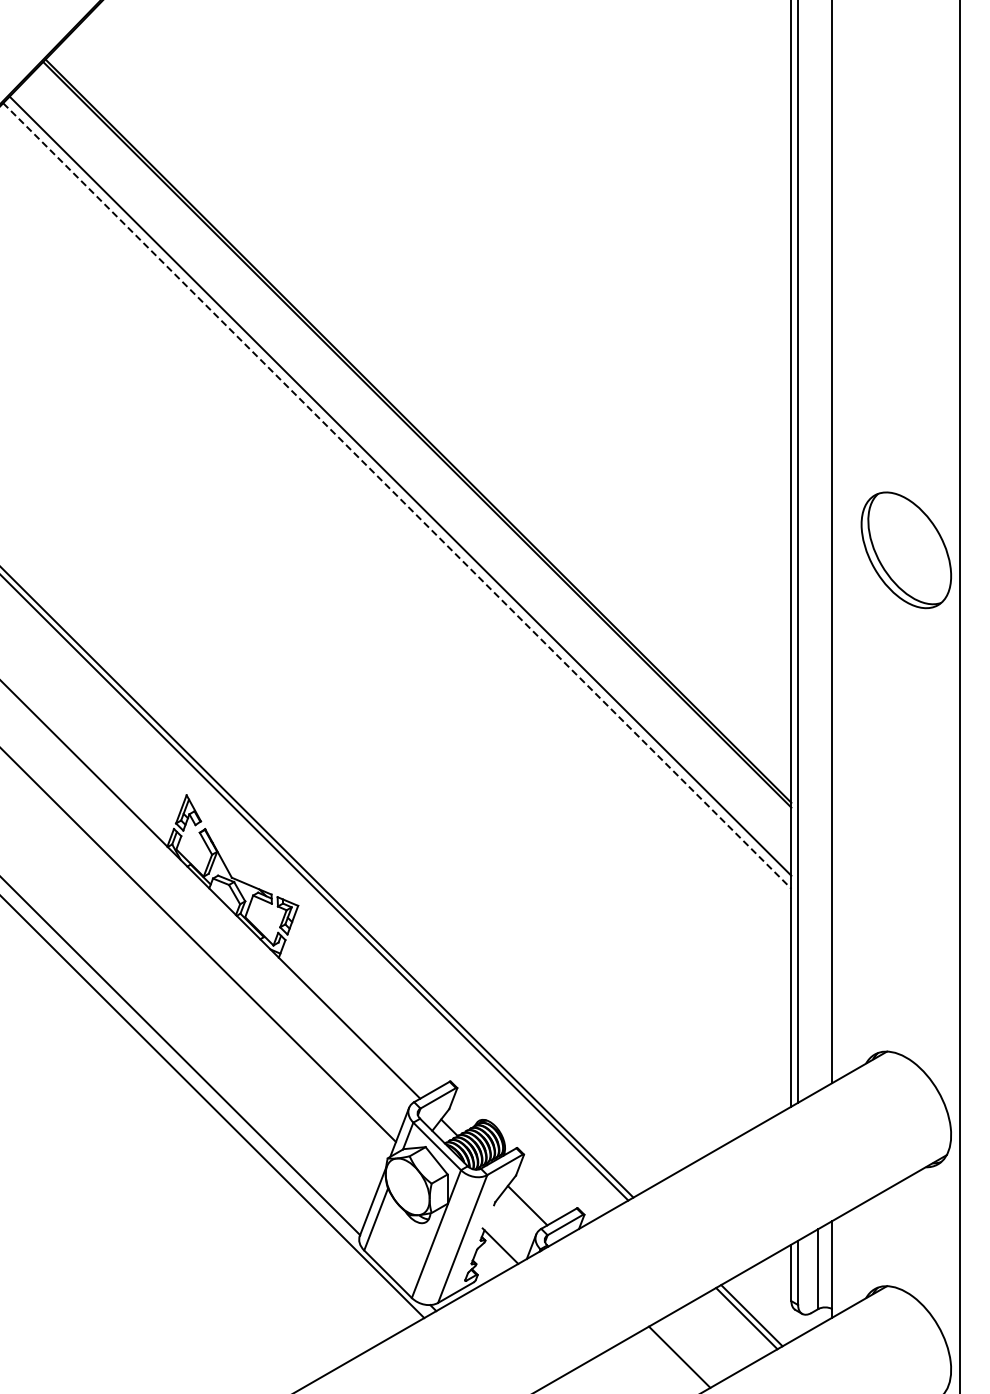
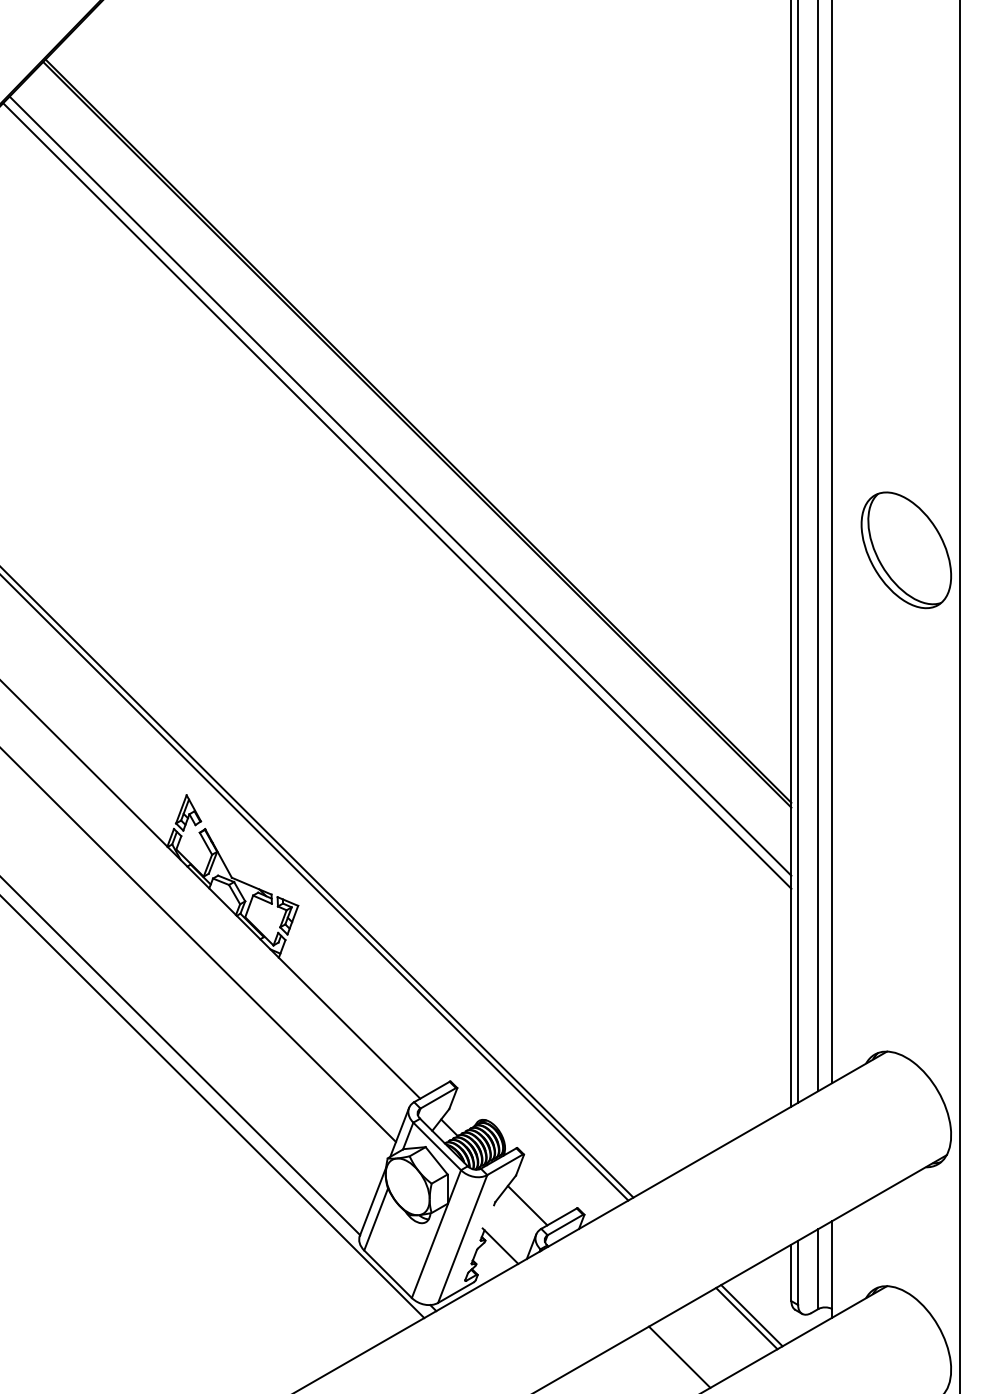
line at (397, 496): dashed -> solid
line at (818, 546): none -> present
